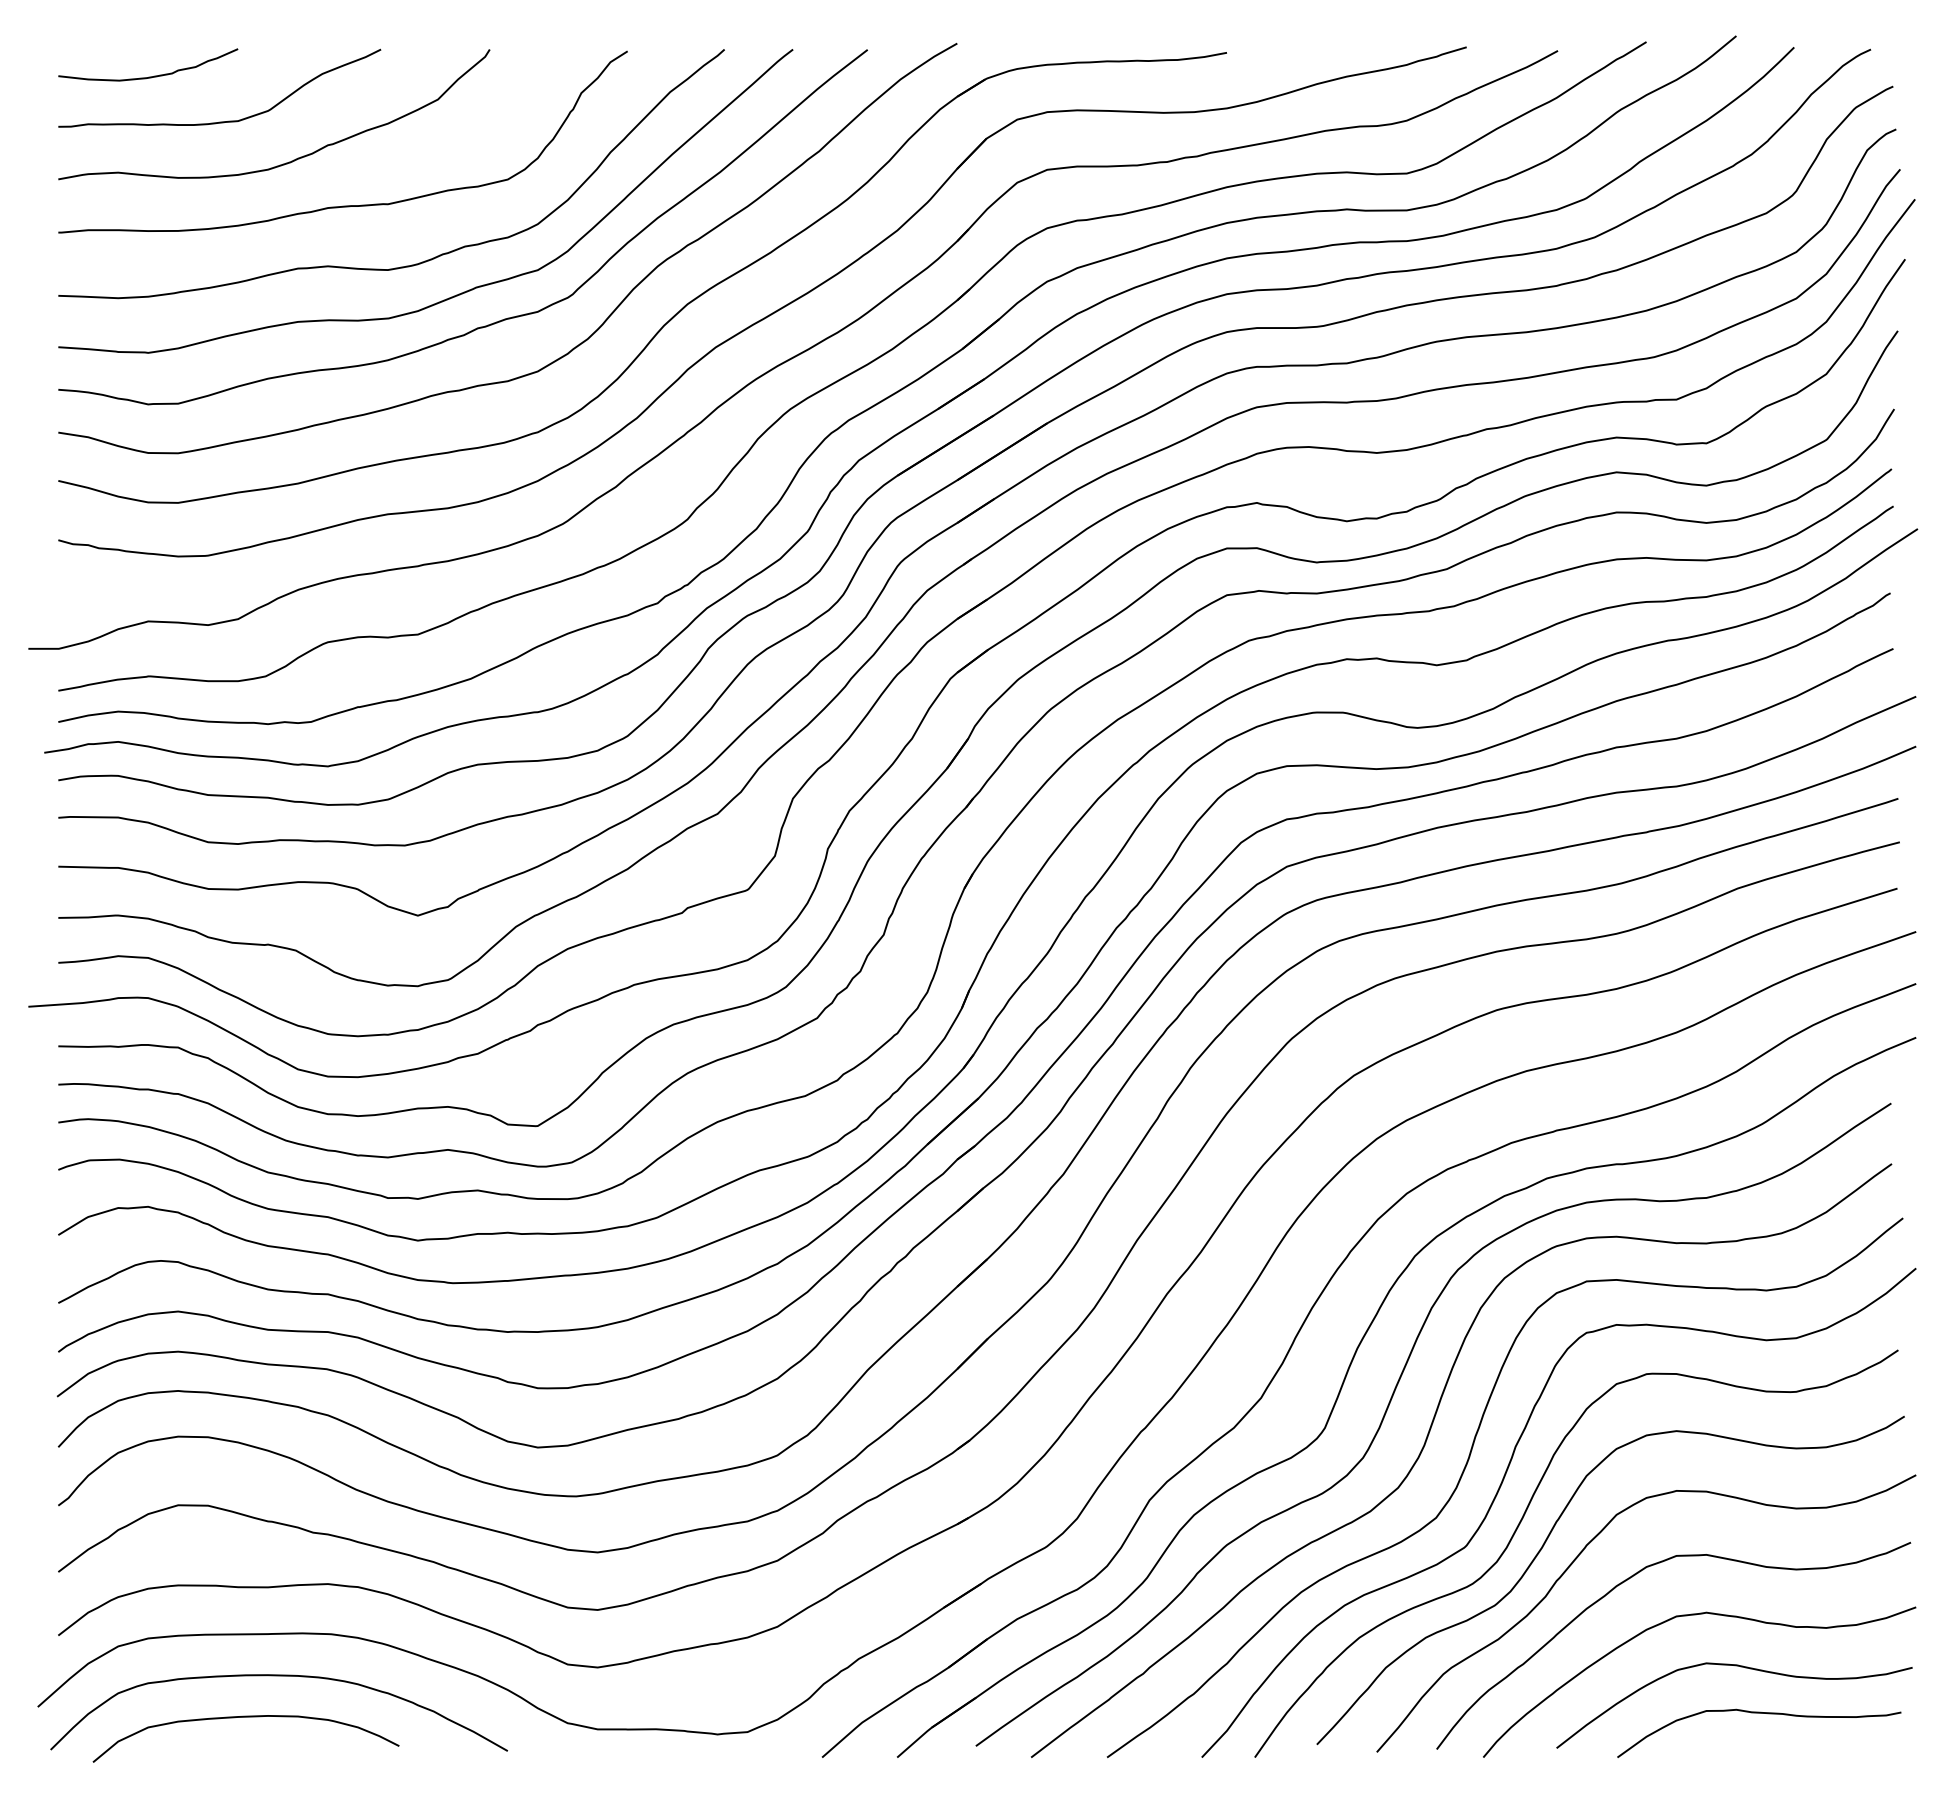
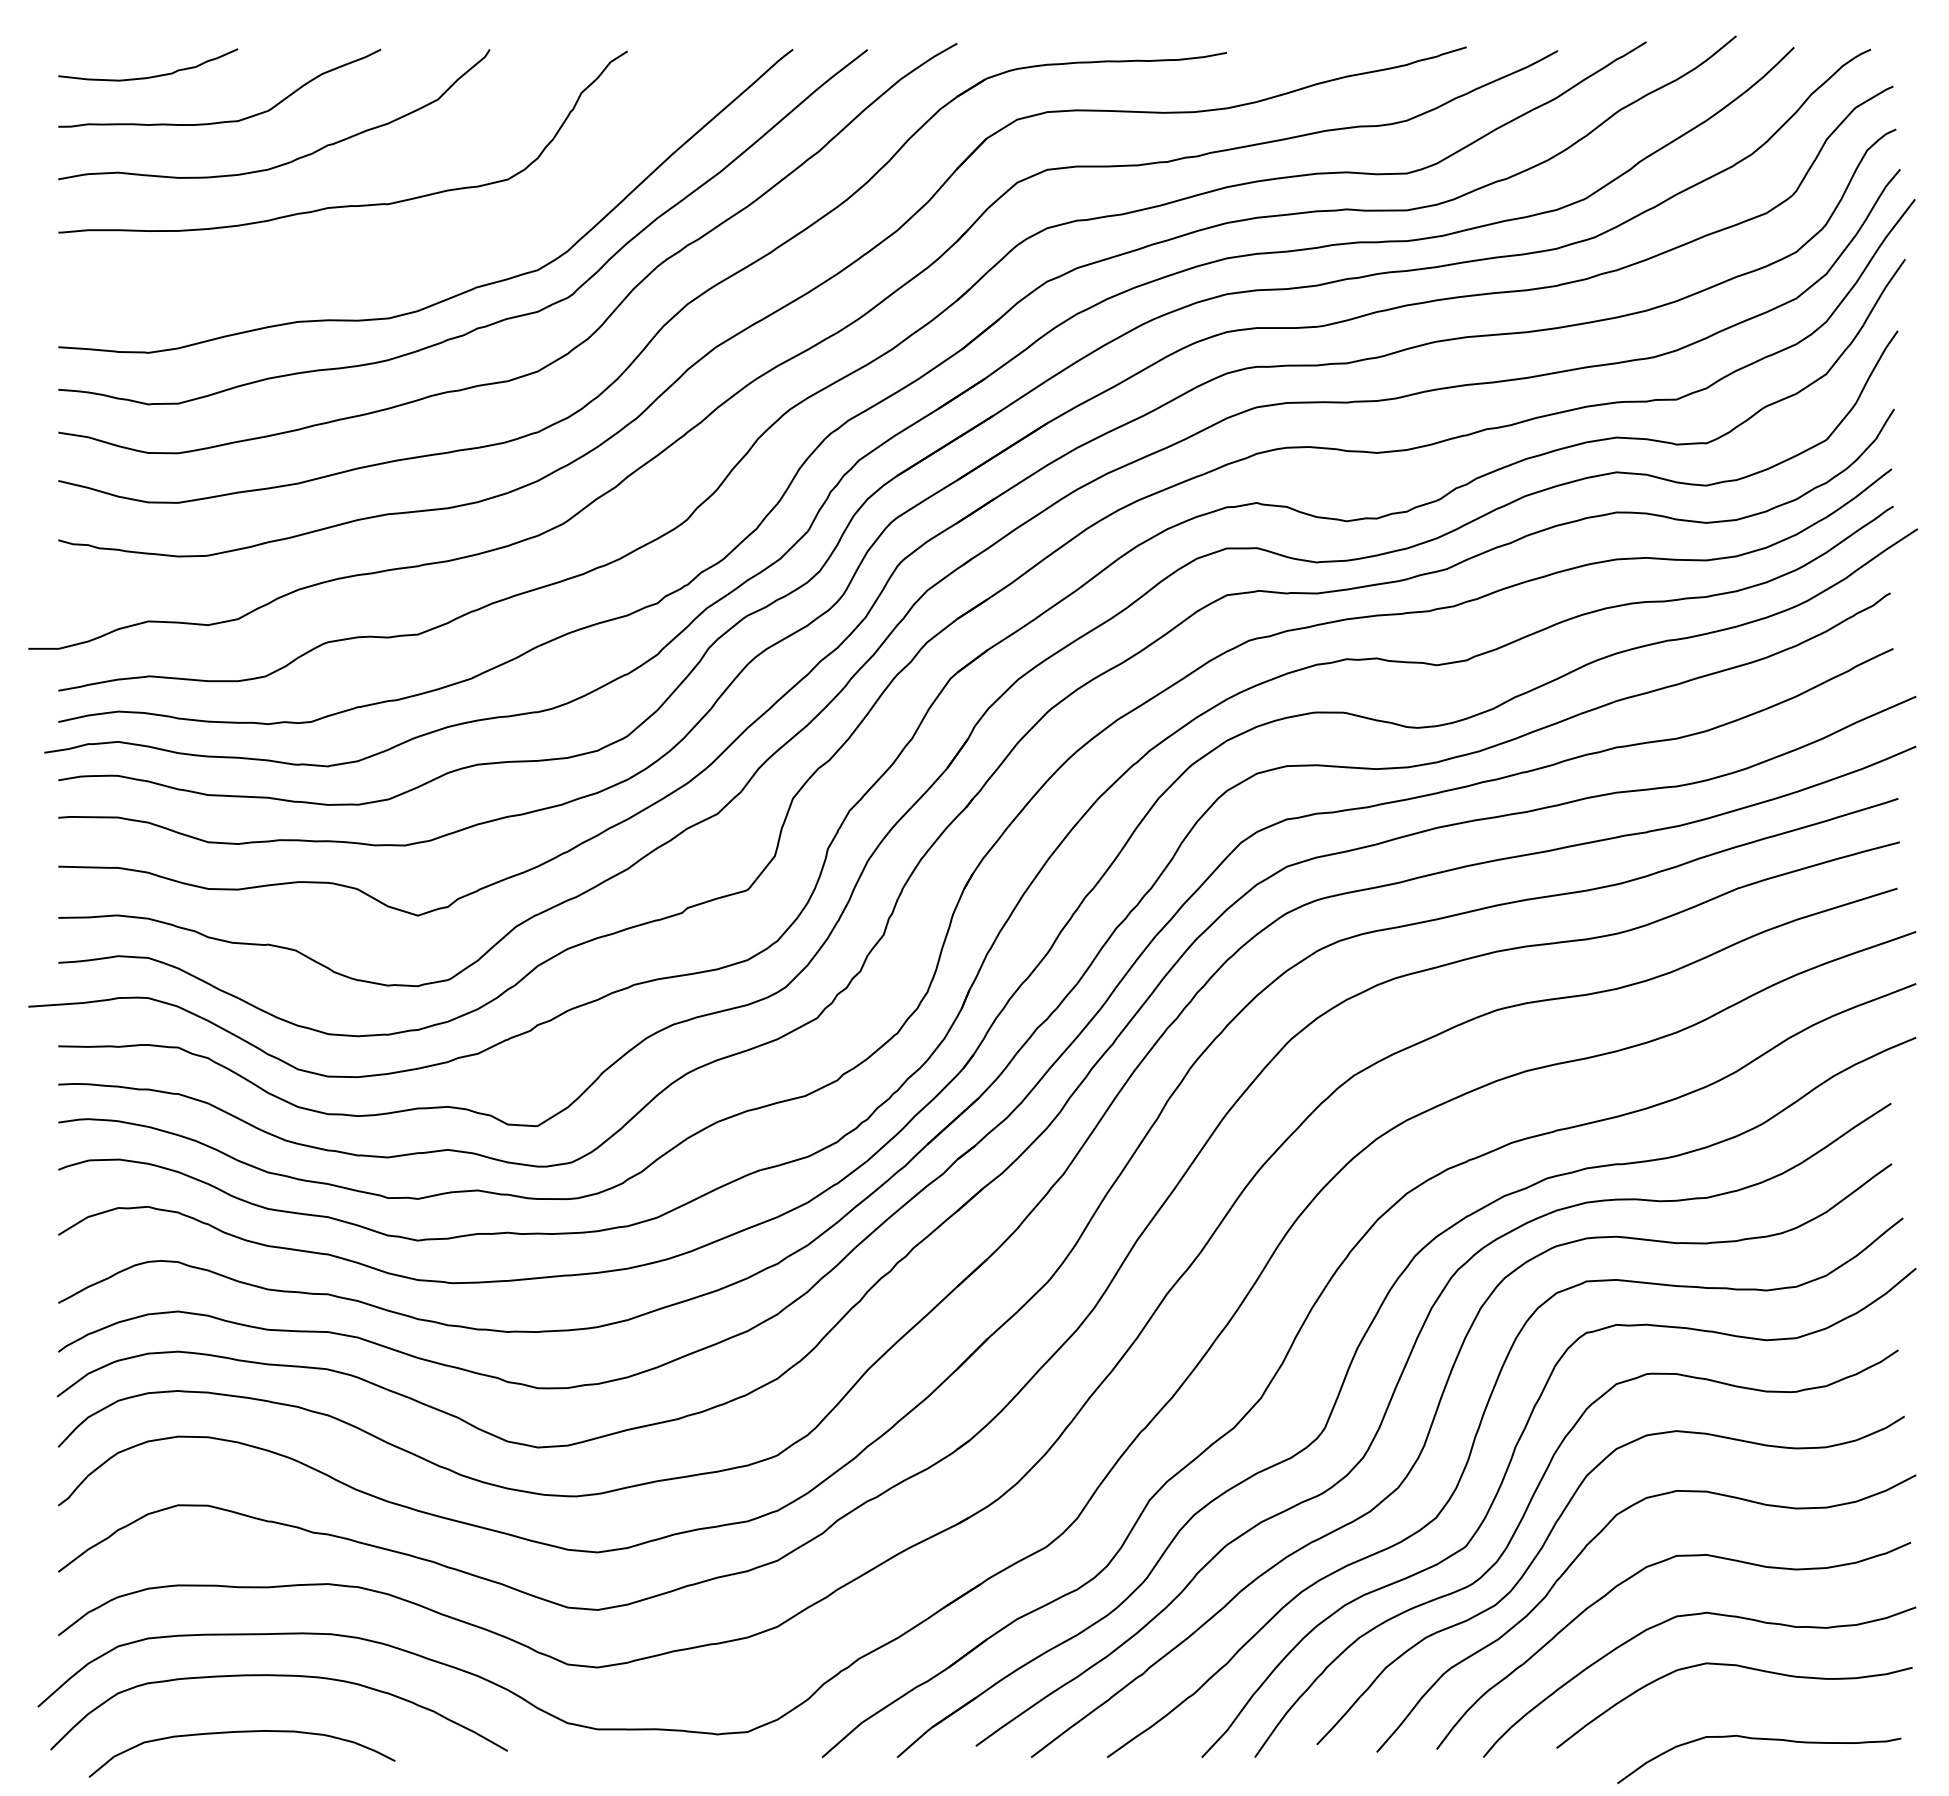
curve at (424, 260): present -> none
curve at (1759, 1713) position: (1759, 1713) -> (1759, 1739)
curve at (245, 1717) position: (245, 1717) -> (241, 1732)
